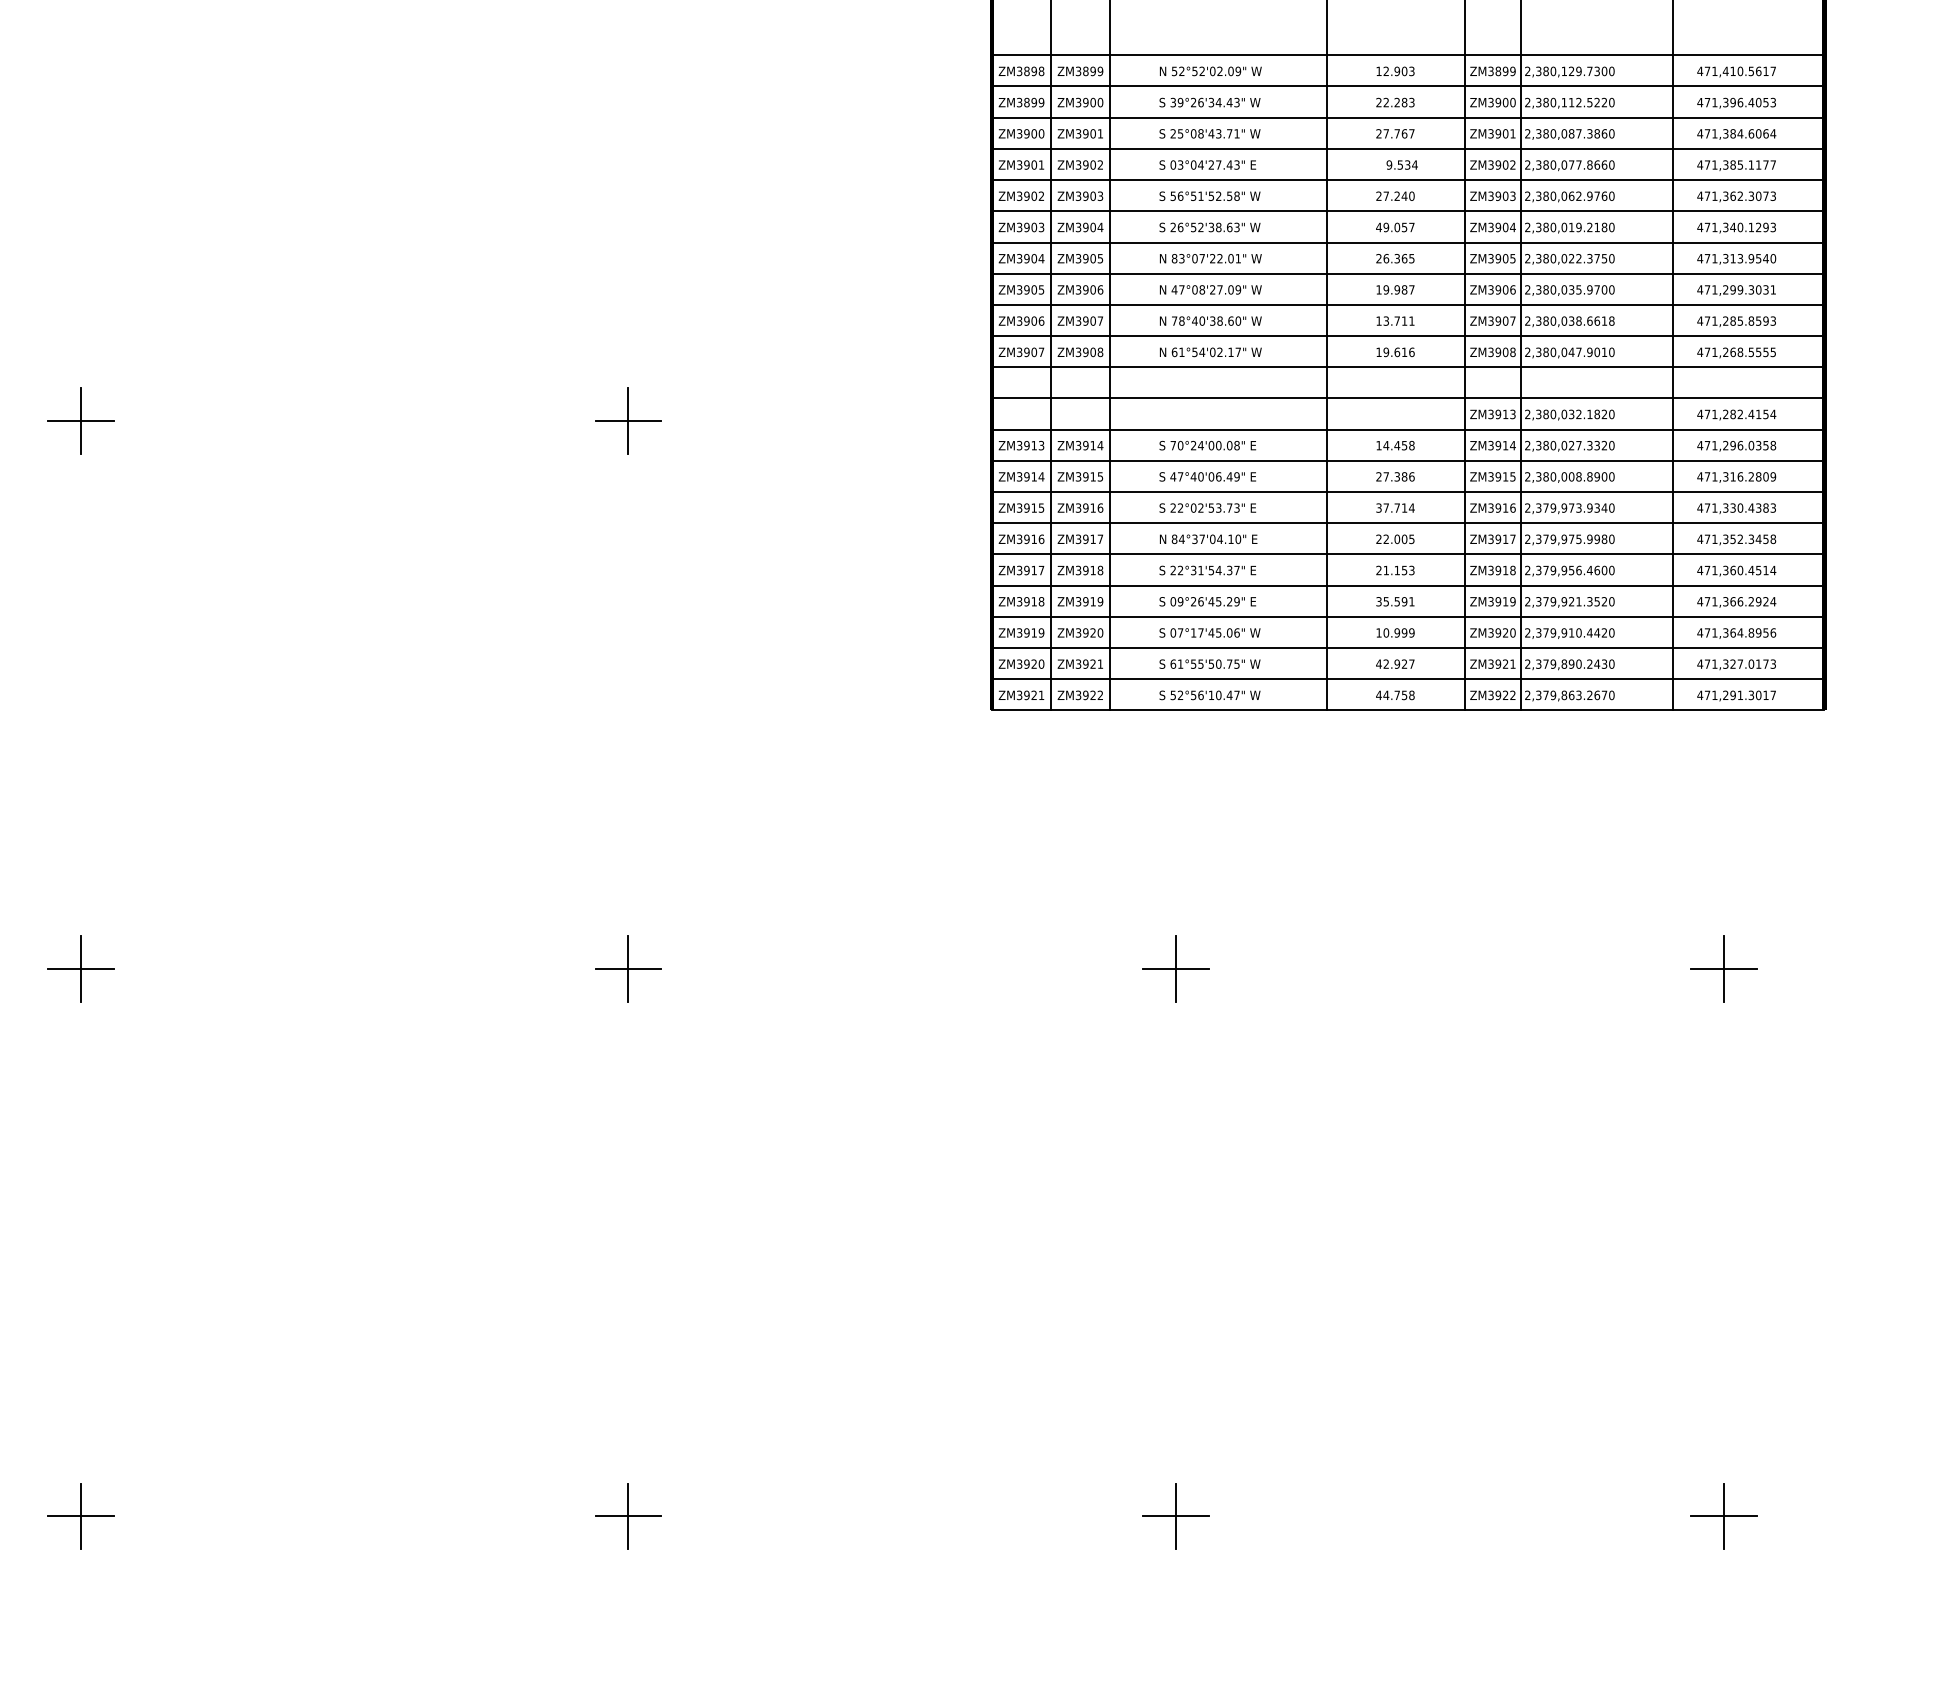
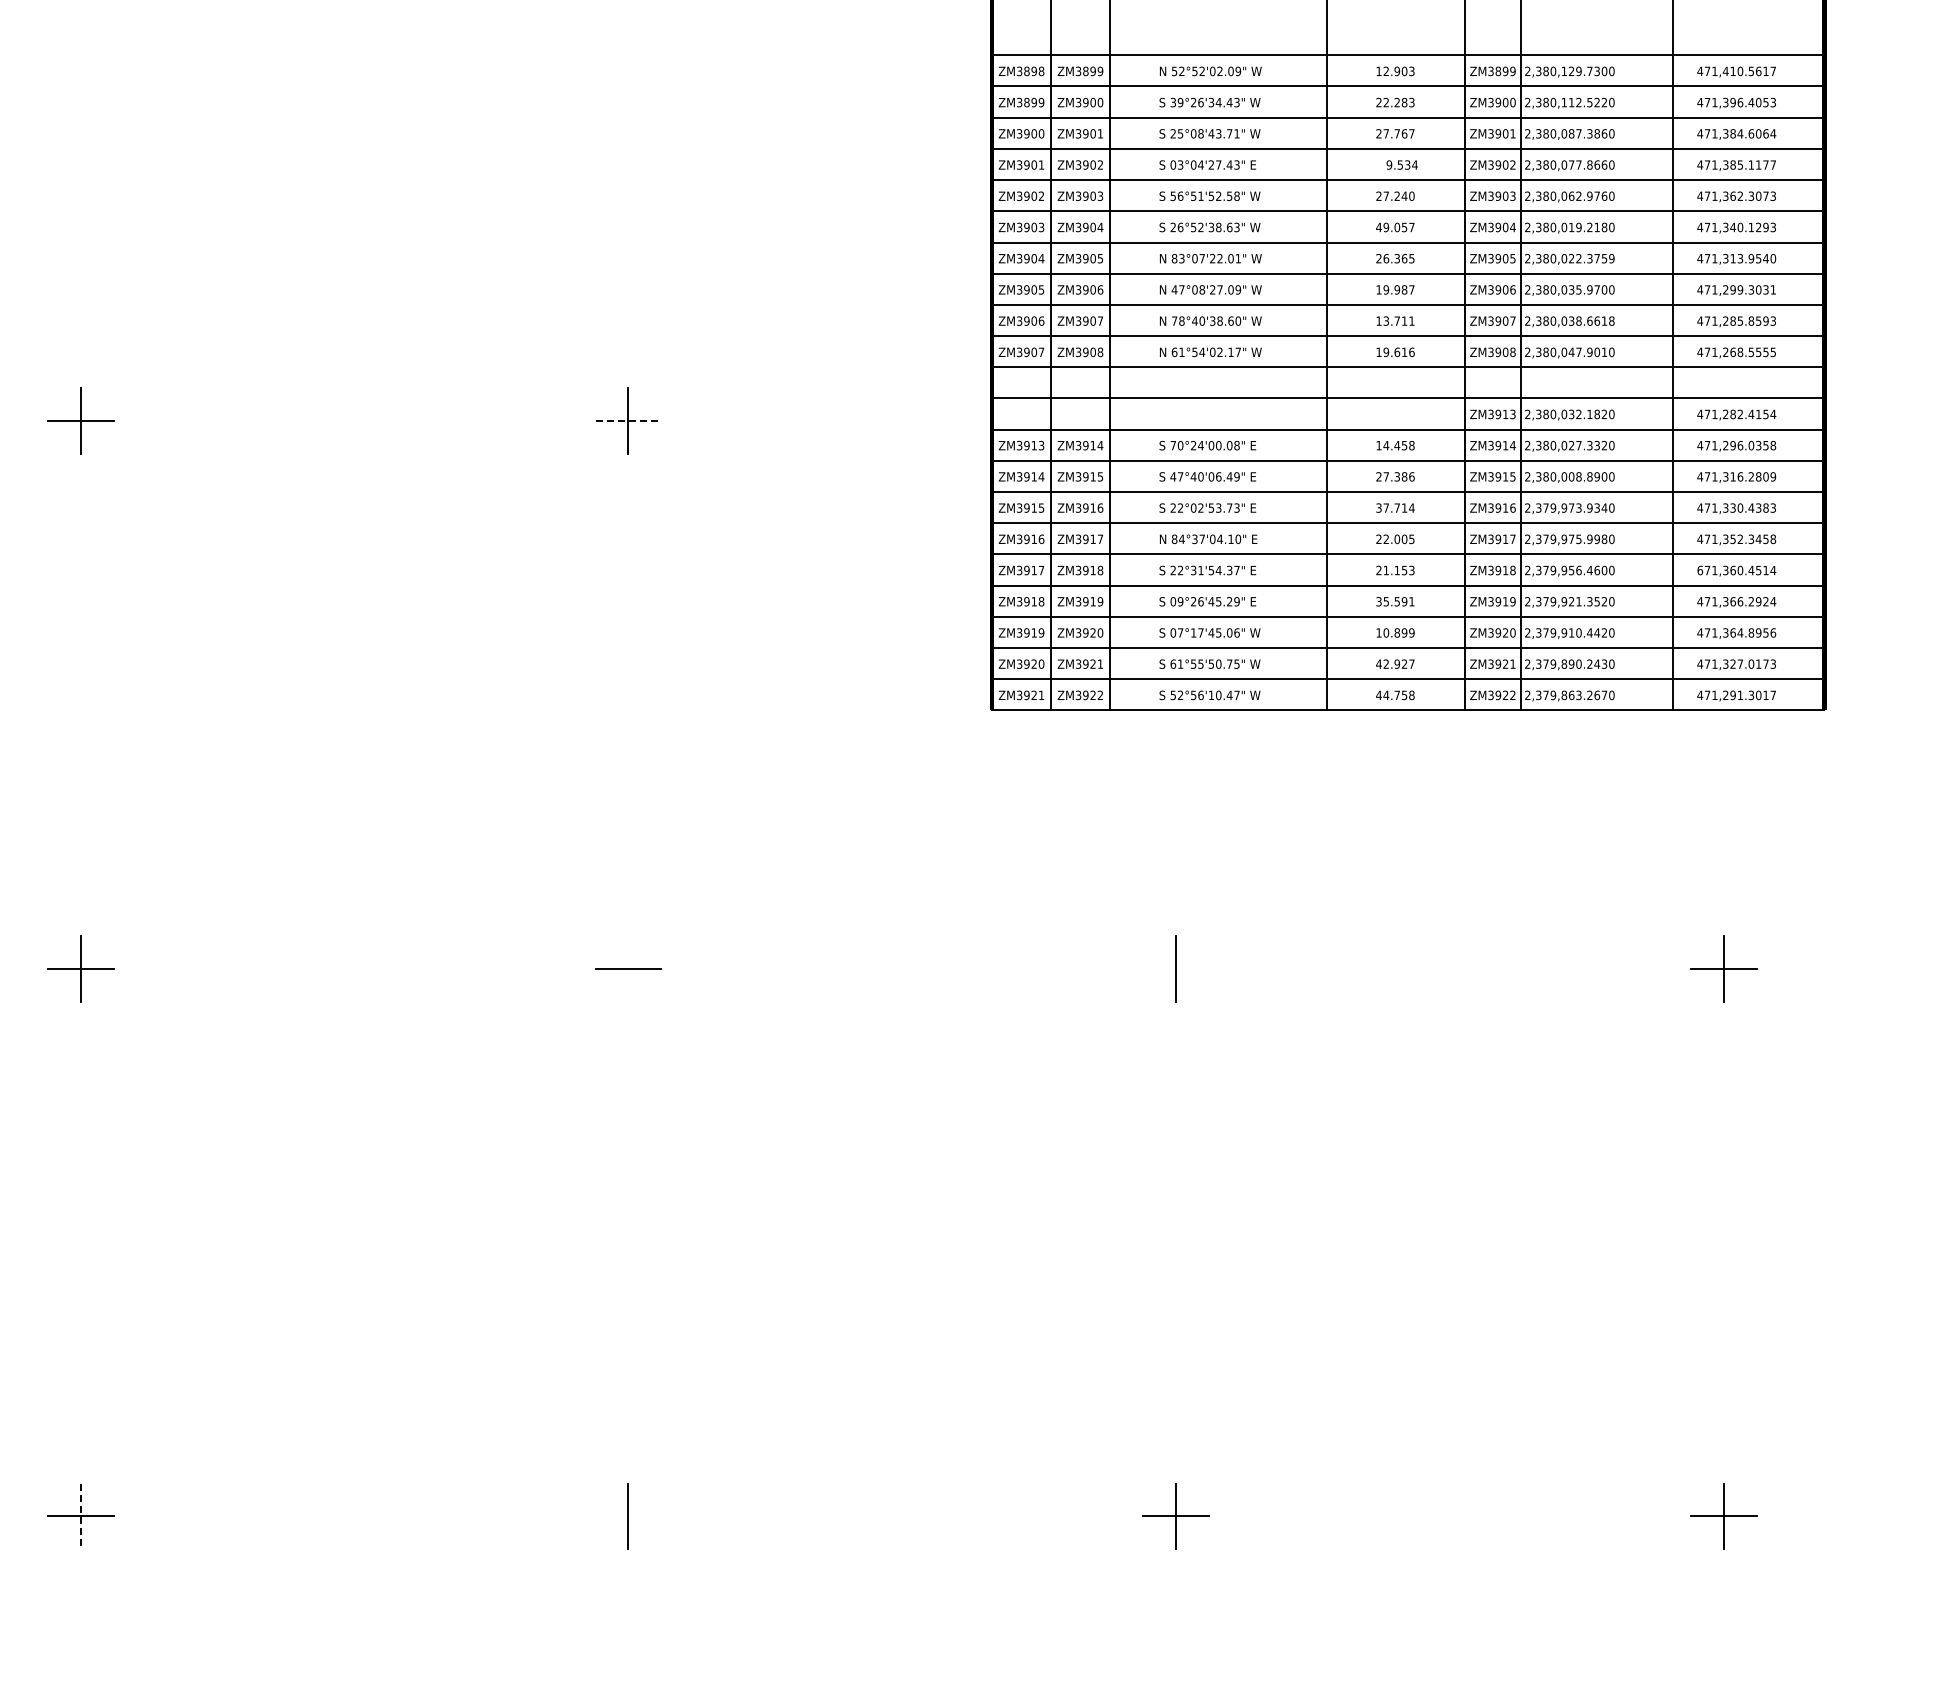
text at (1611, 258): 2,380,022.3750 -> 2,380,022.3759
line at (628, 421): solid -> dashed
text at (1700, 570): 471,360.4514 -> 671,360.4514
text at (1397, 632): 10.999 -> 10.899
line at (628, 968): present -> none
line at (1175, 968): present -> none
line at (80, 1516): solid -> dashed
line at (628, 1516): present -> none
